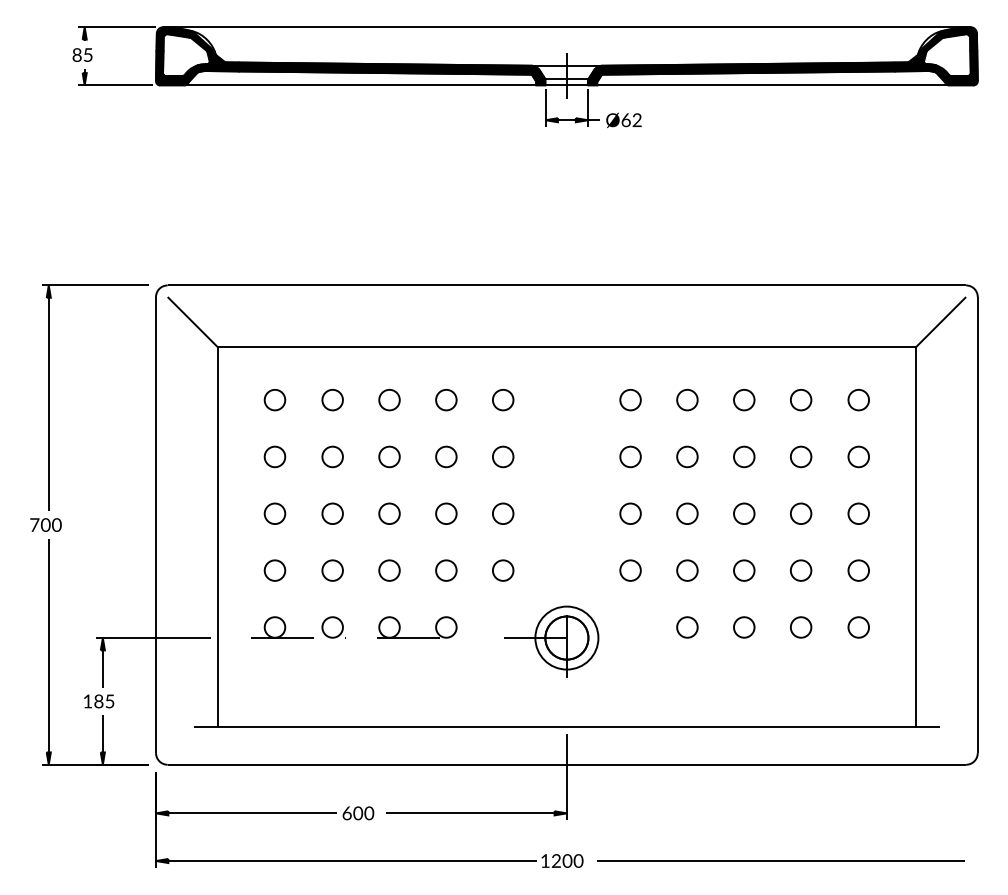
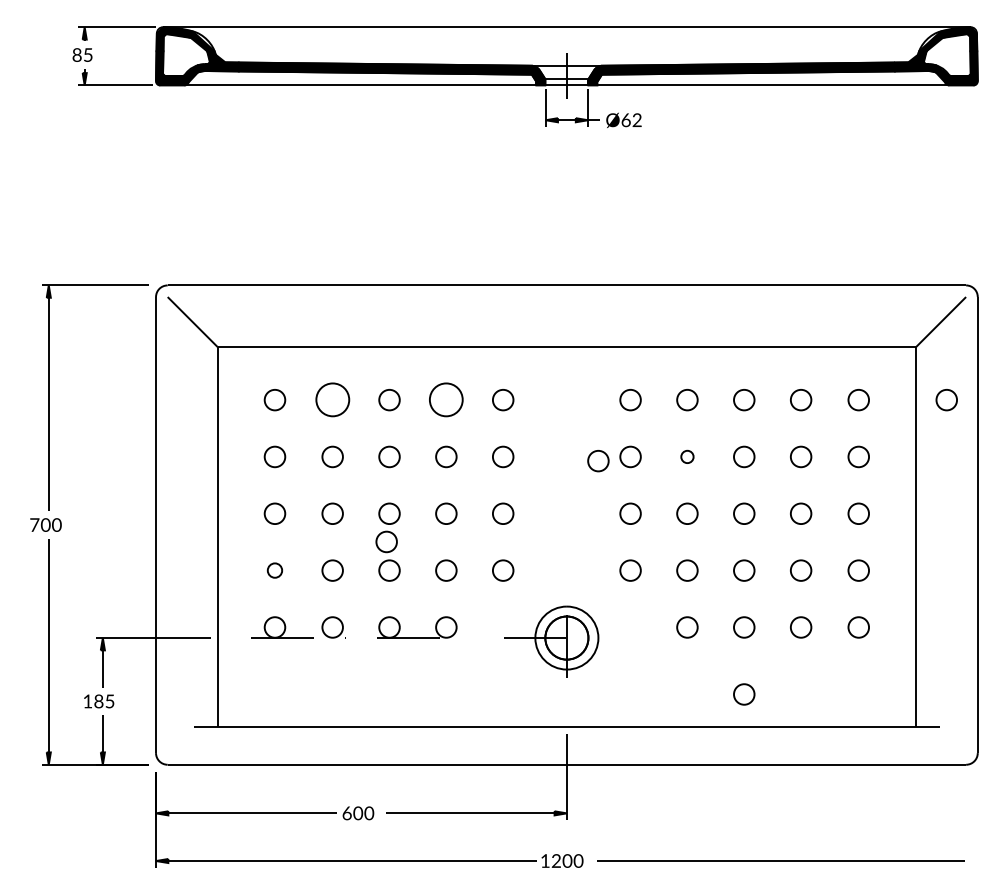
part at (332, 400) size: 23x23 px -> 36x36 px
part at (446, 400) size: 23x23 px -> 35x36 px
part at (946, 400): none -> present
part at (687, 456) size: 23x24 px -> 15x15 px
part at (598, 461): none -> present
part at (386, 541): none -> present
part at (274, 570) size: 24x23 px -> 17x17 px
part at (744, 694): none -> present
